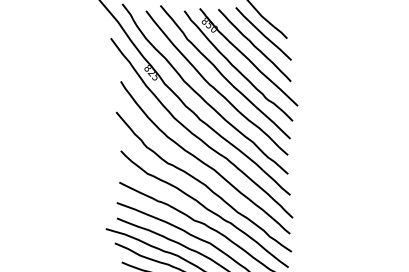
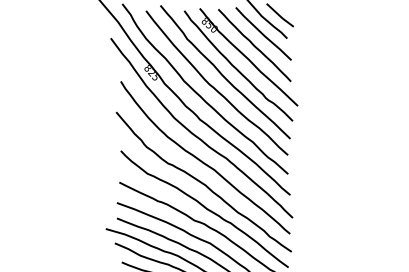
line at (280, 15): none -> present
